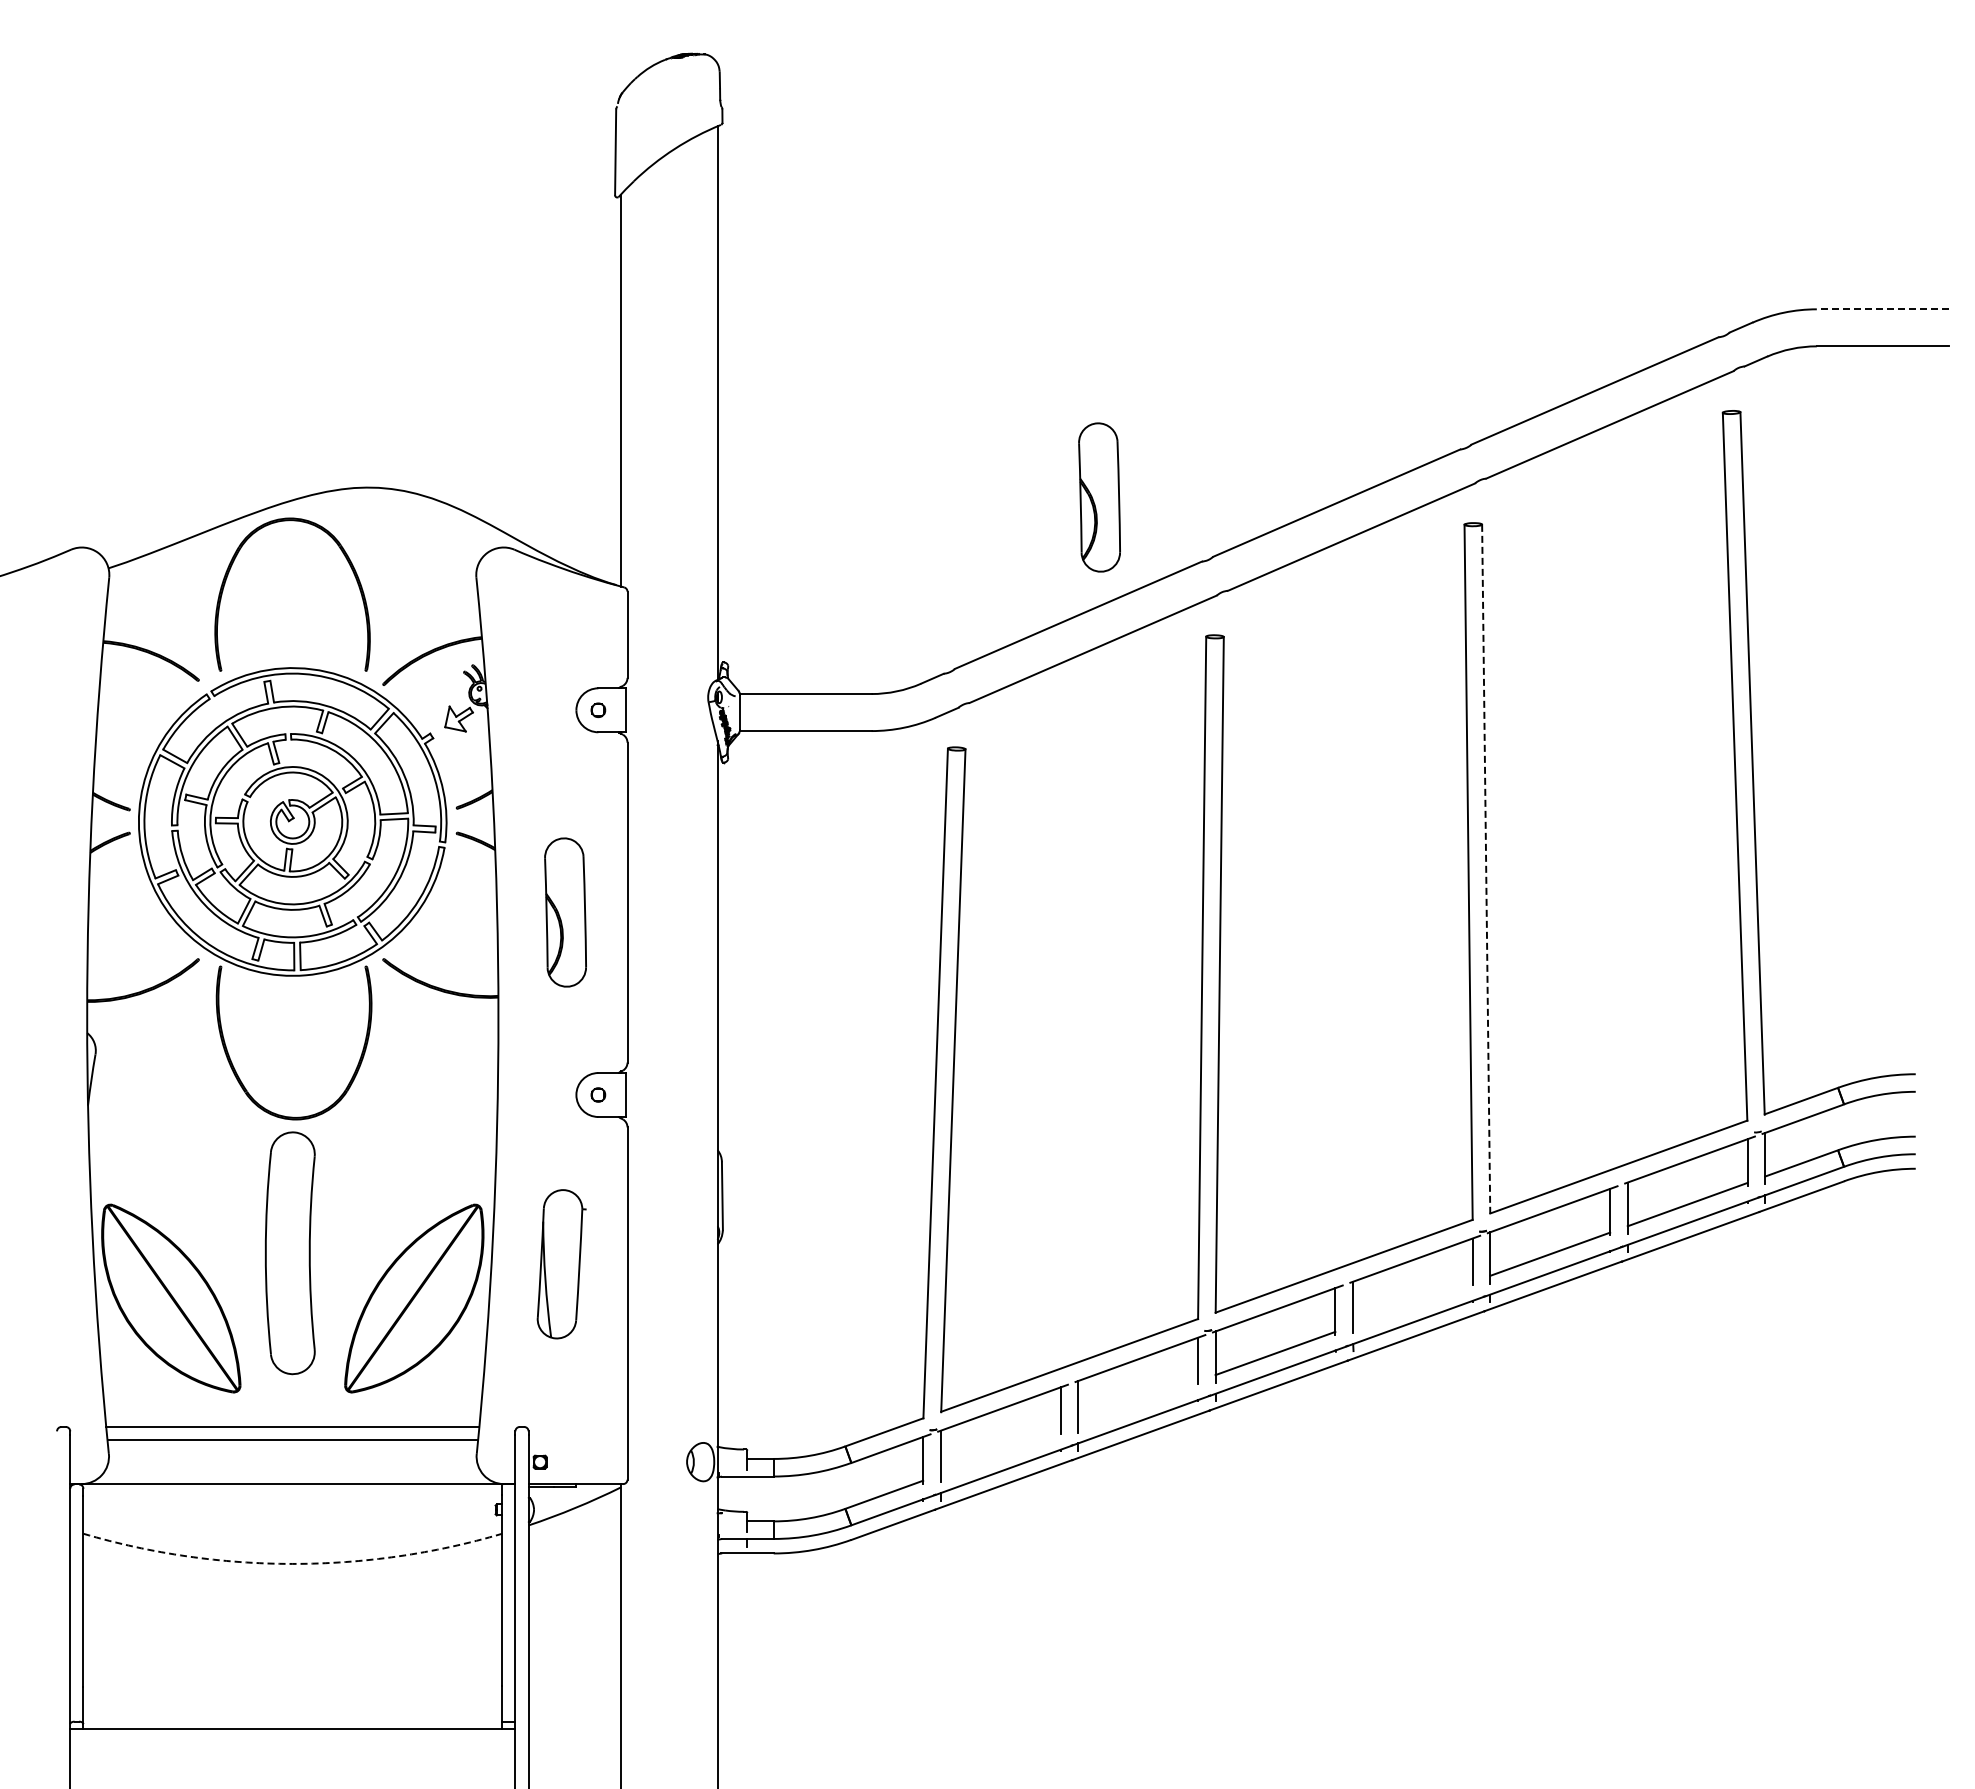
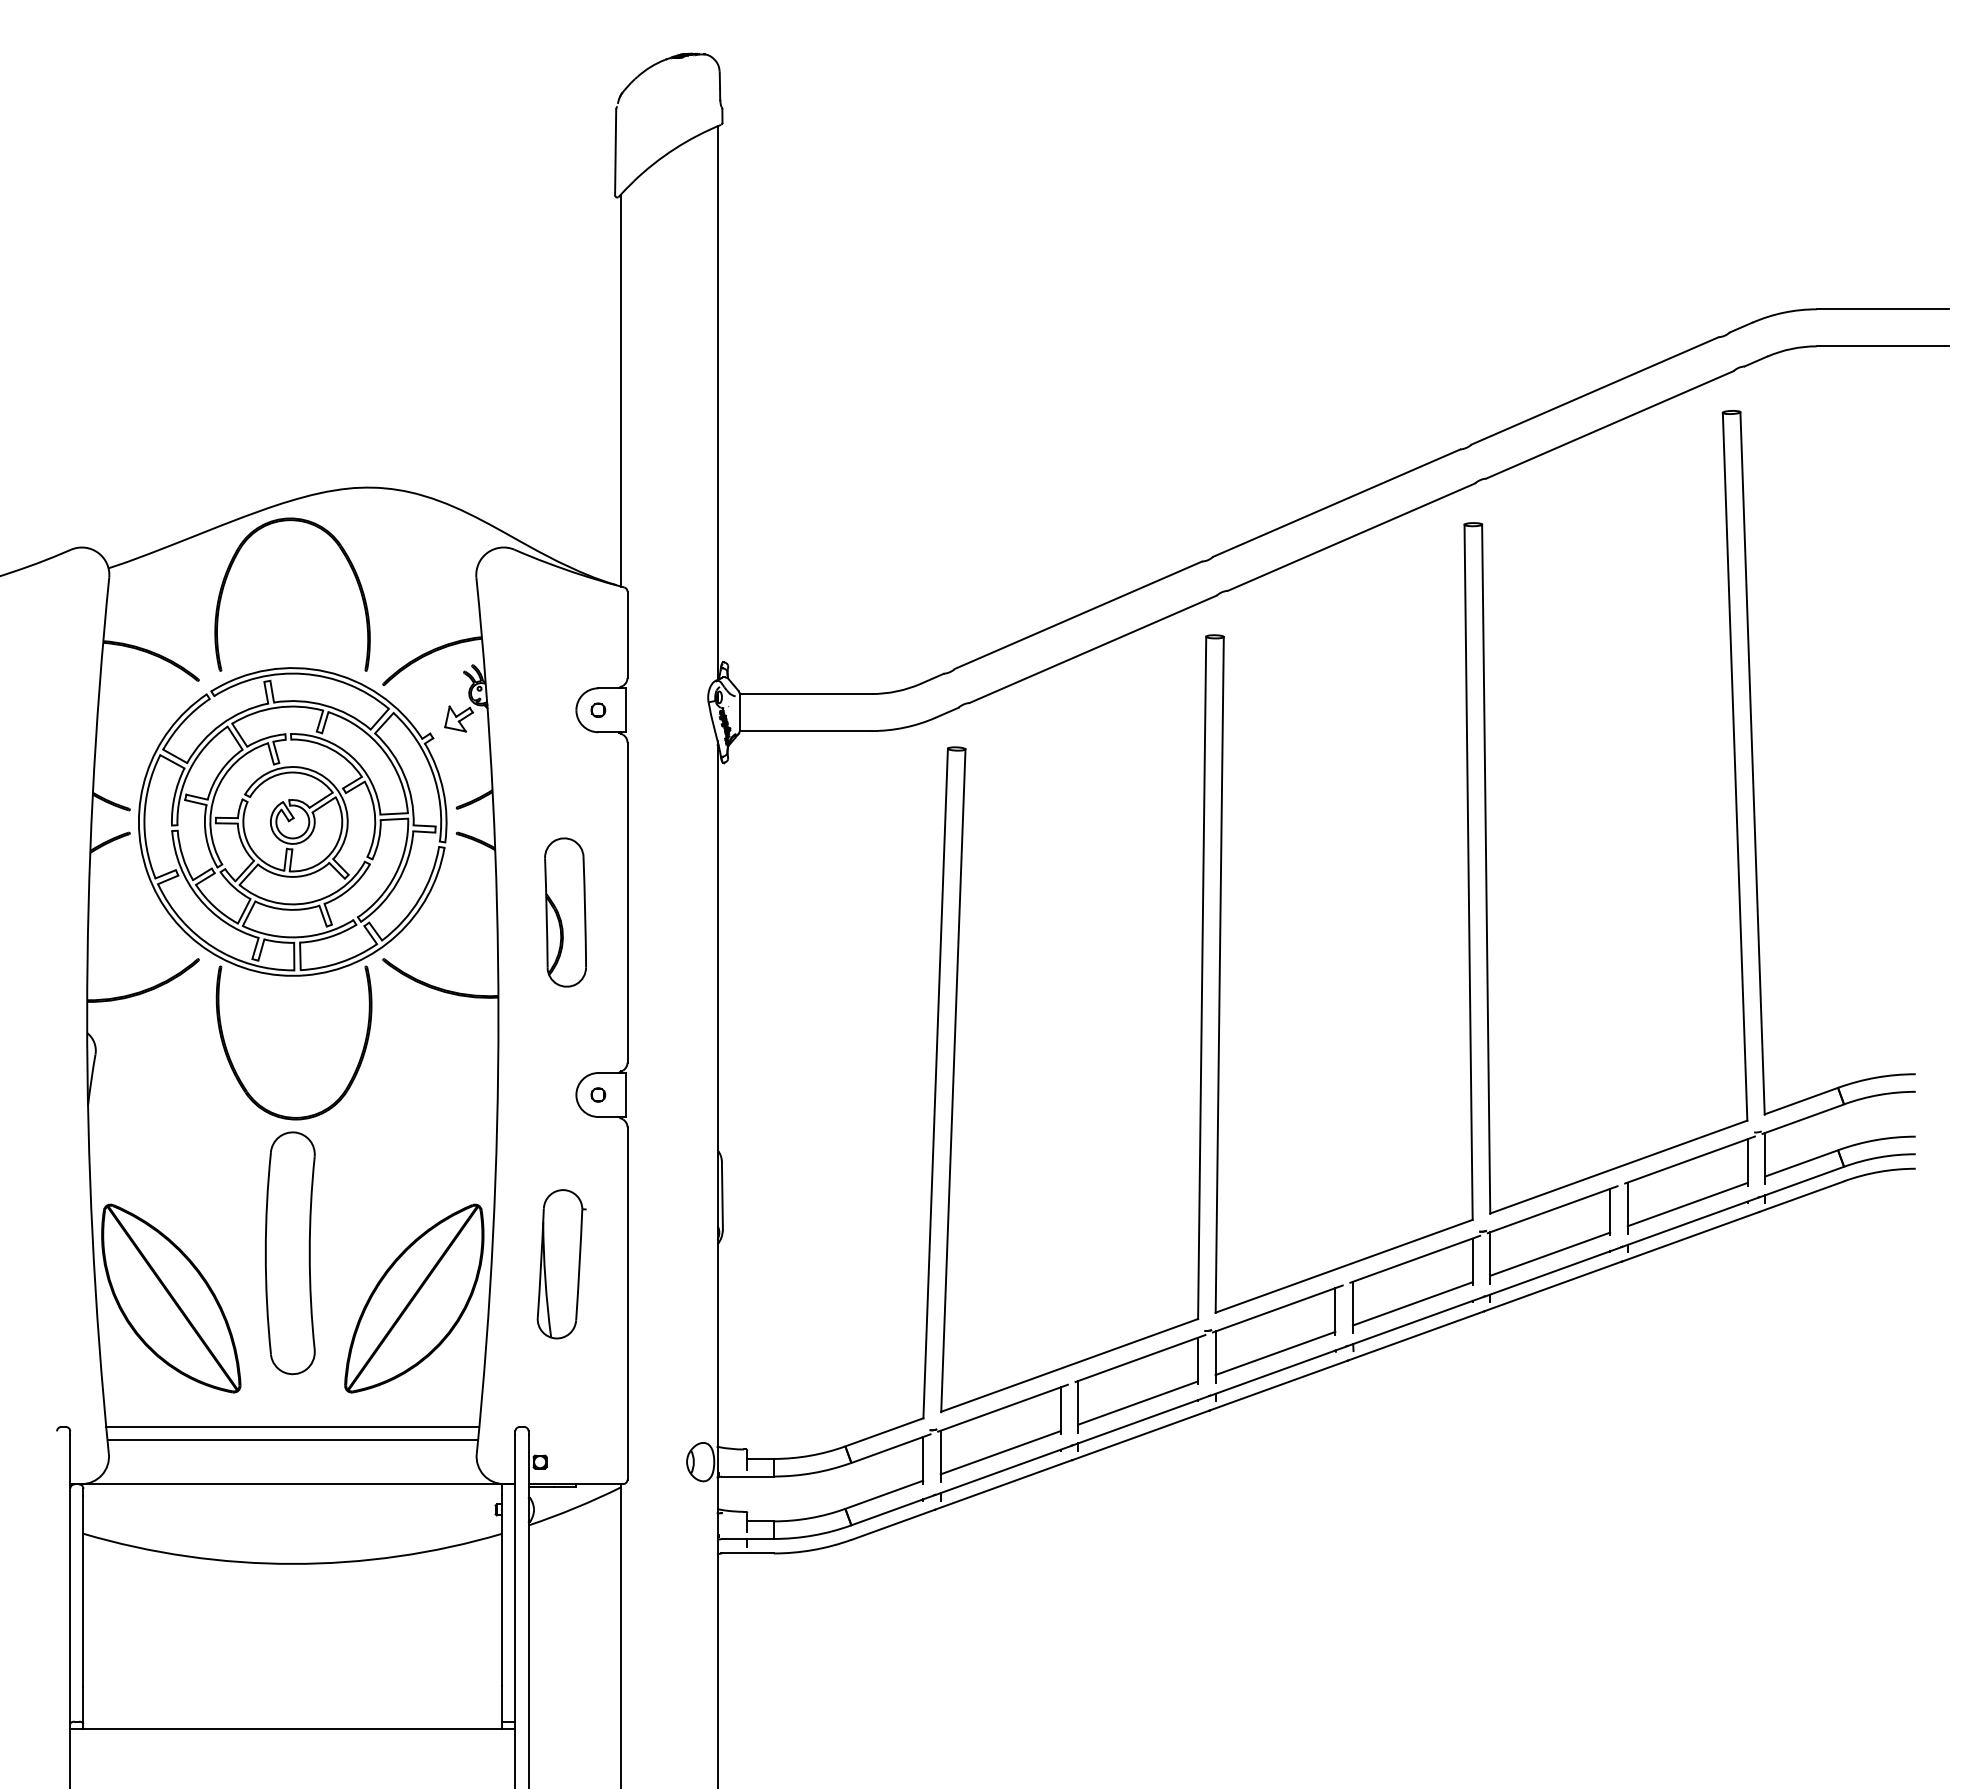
line at (1882, 309): dashed -> solid
part at (1099, 497): present -> none
line at (1486, 869): dashed -> solid
line at (1412, 1303): none -> present
line at (1137, 1402): none -> present
line at (1000, 1452): none -> present
arc at (292, 1563): dashed -> solid
